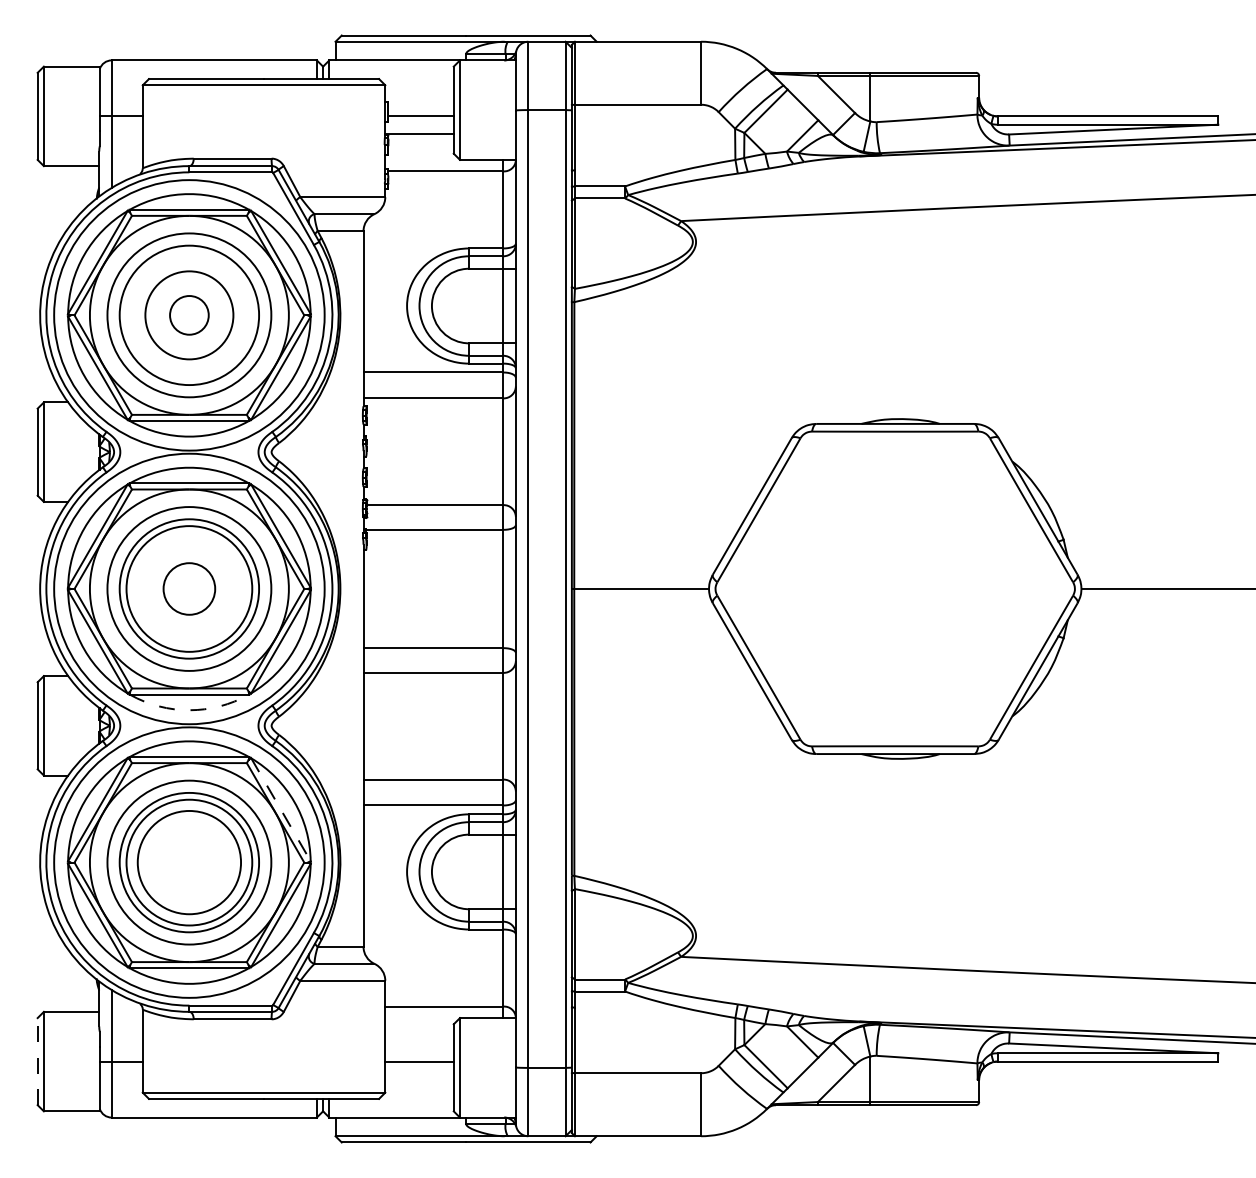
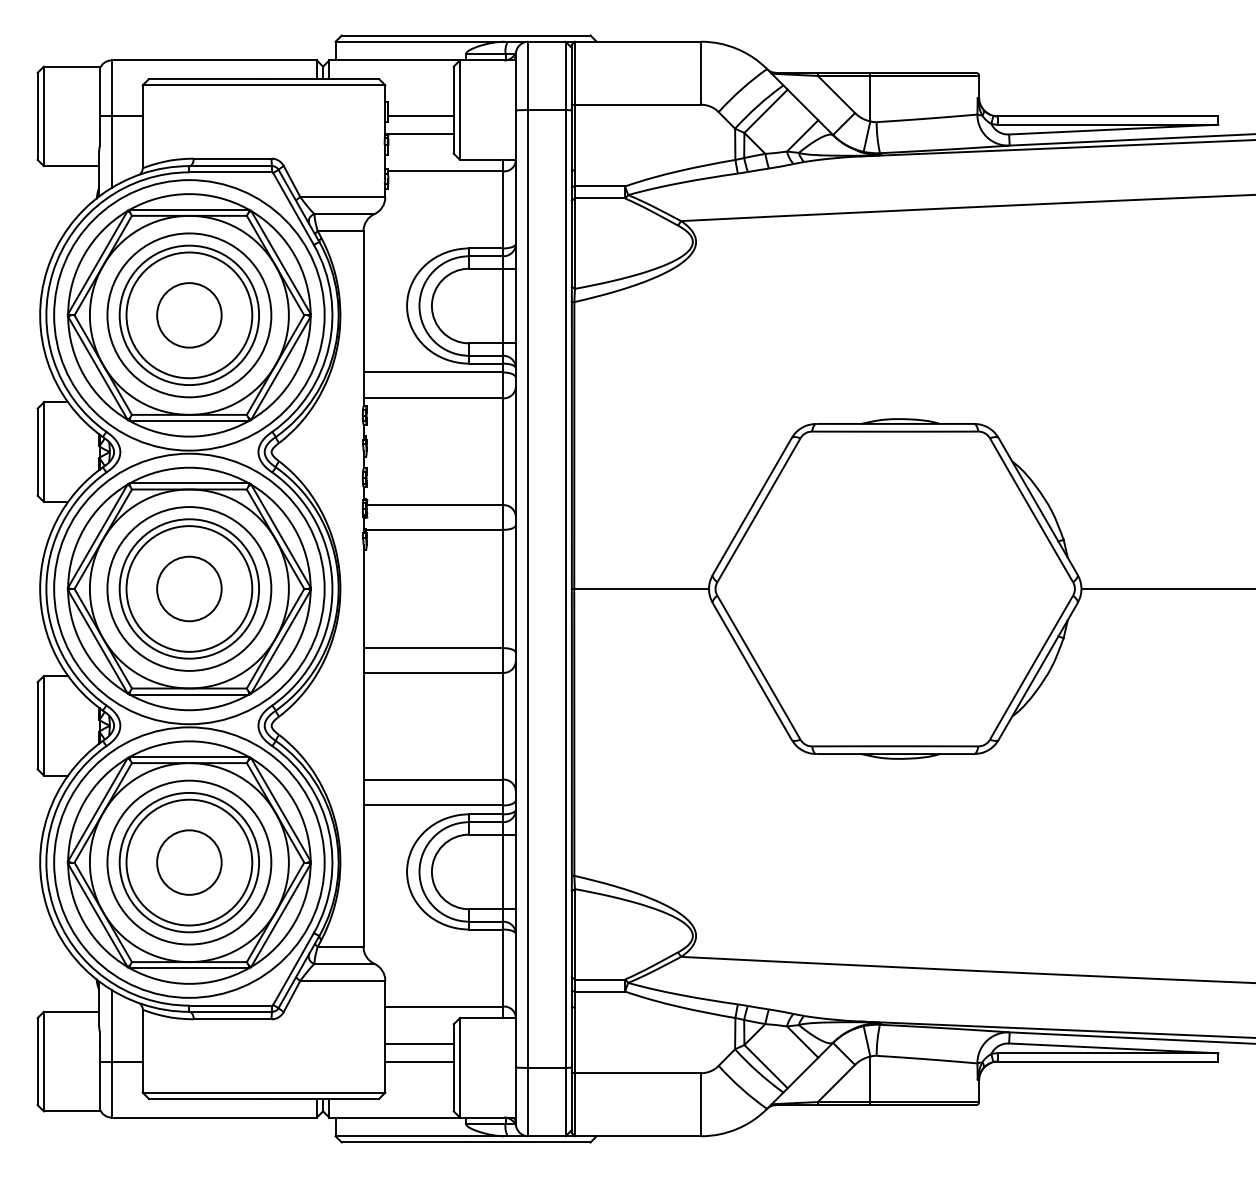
circle at (189, 315) diameter: 39 px -> 65 px
circle at (189, 315) diameter: 88 px -> 126 px
circle at (189, 588) diameter: 52 px -> 65 px
arc at (189, 710): dashed -> solid
line at (281, 810): dashed -> solid
circle at (189, 862) diameter: 103 px -> 65 px
line at (419, 1044): none -> present
line at (37, 1061): dashed -> solid
